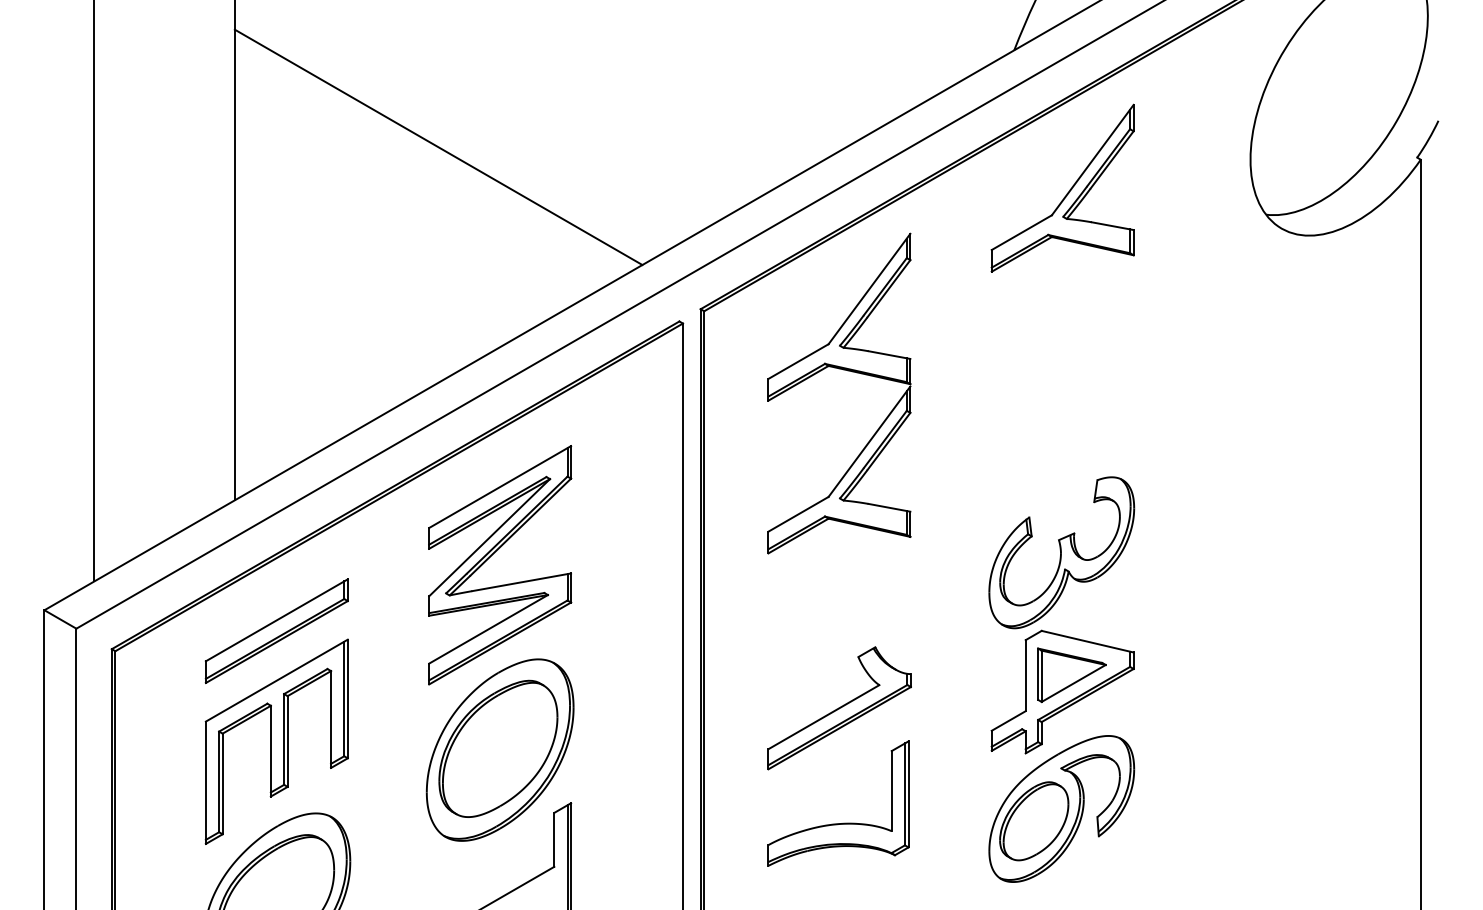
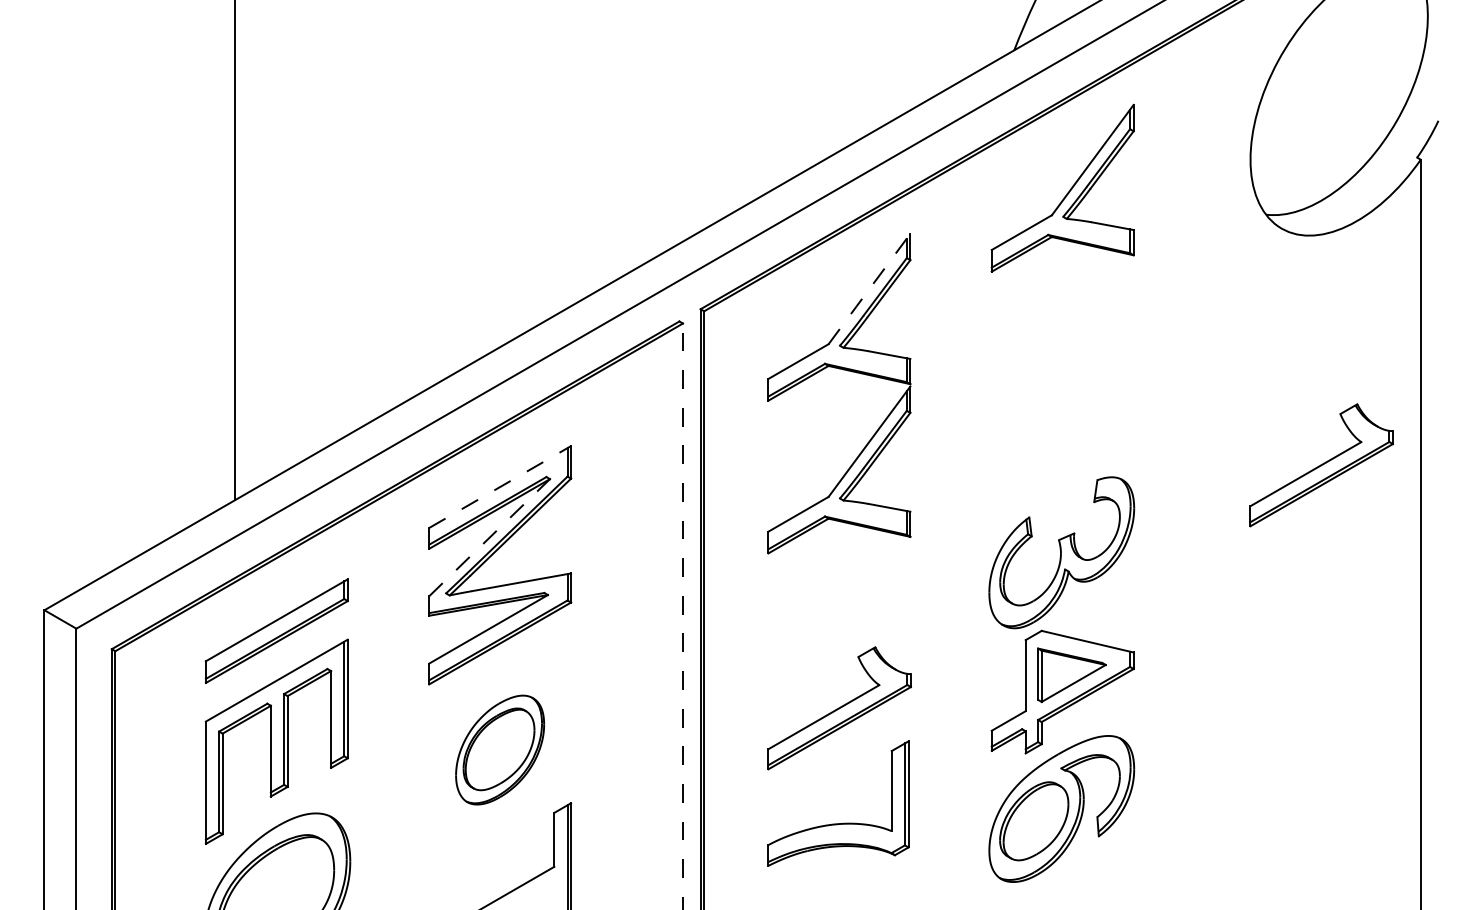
line at (438, 147): present -> none
line at (869, 289): solid -> dashed
line at (94, 291): present -> none
part at (1321, 465): none -> present
line at (500, 487): solid -> dashed
line at (489, 537): solid -> dashed
line at (682, 616): solid -> dashed
part at (499, 749) size: 150x184 px -> 90x112 px
